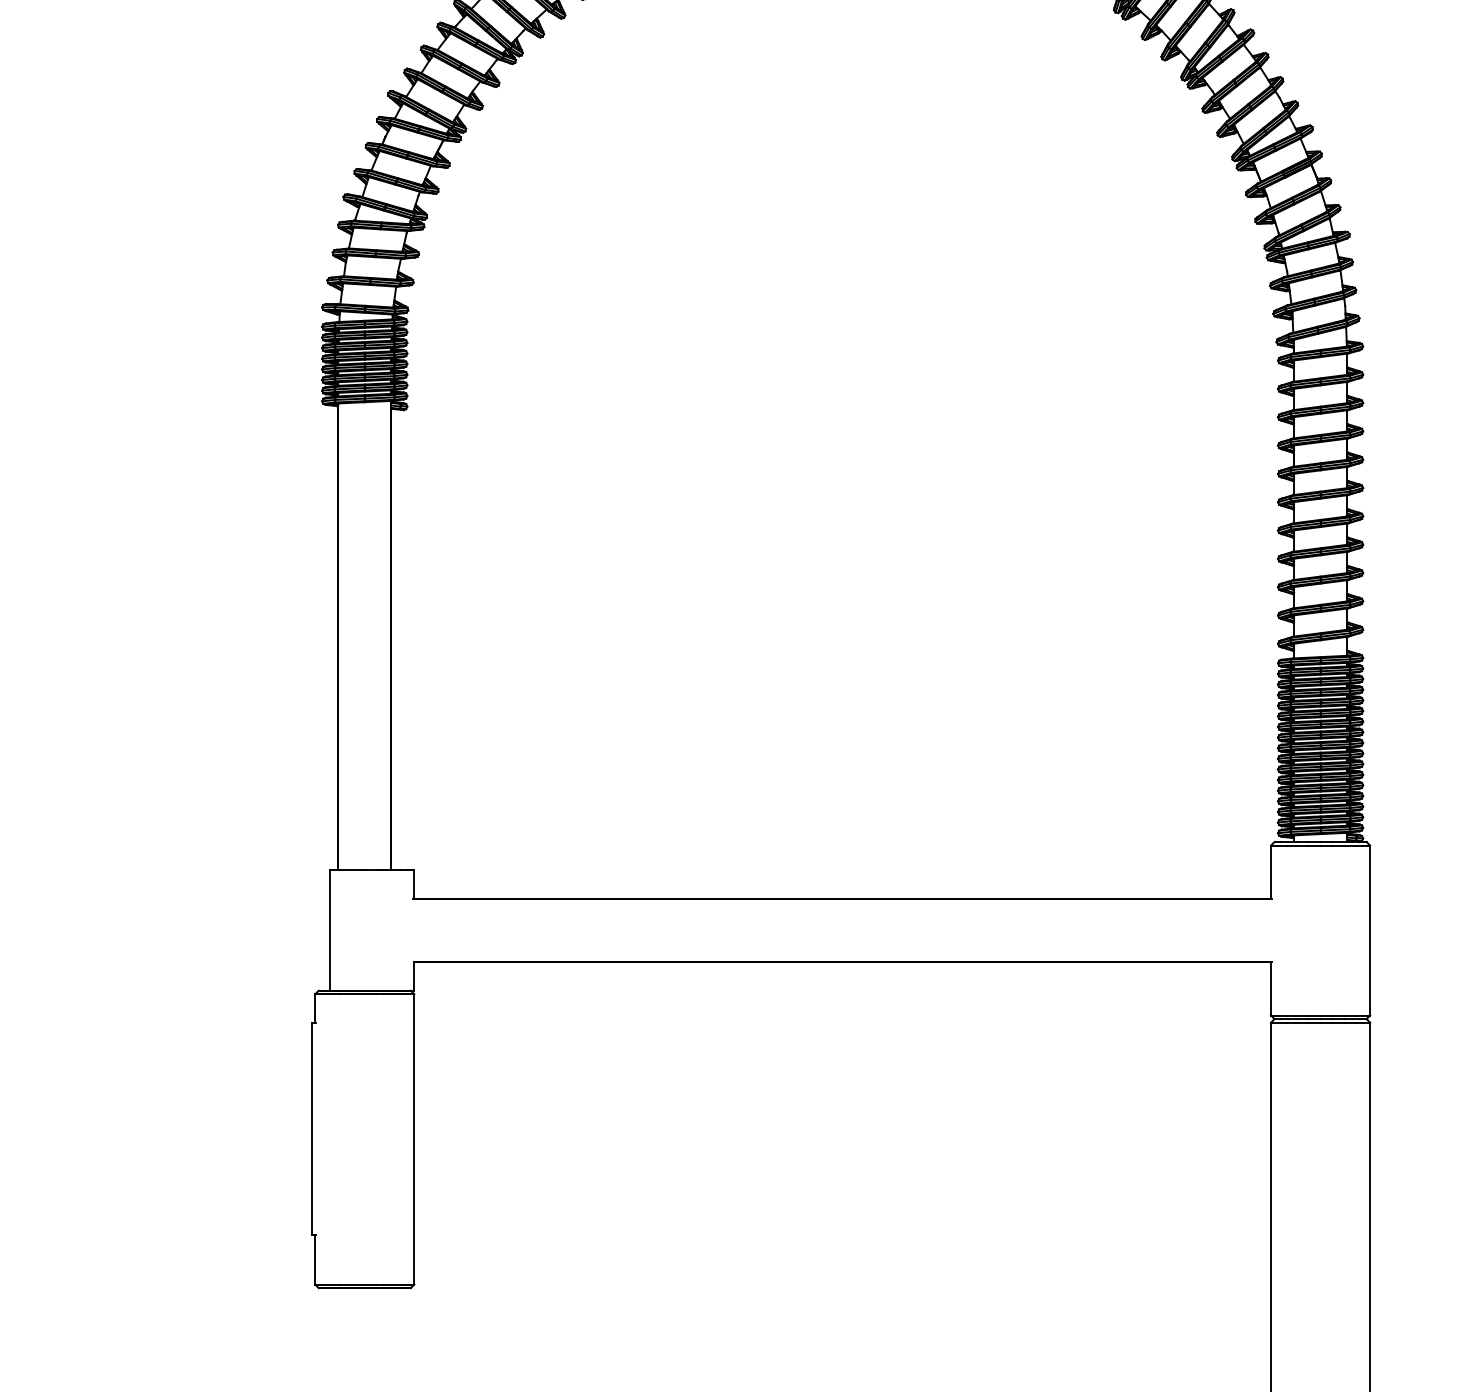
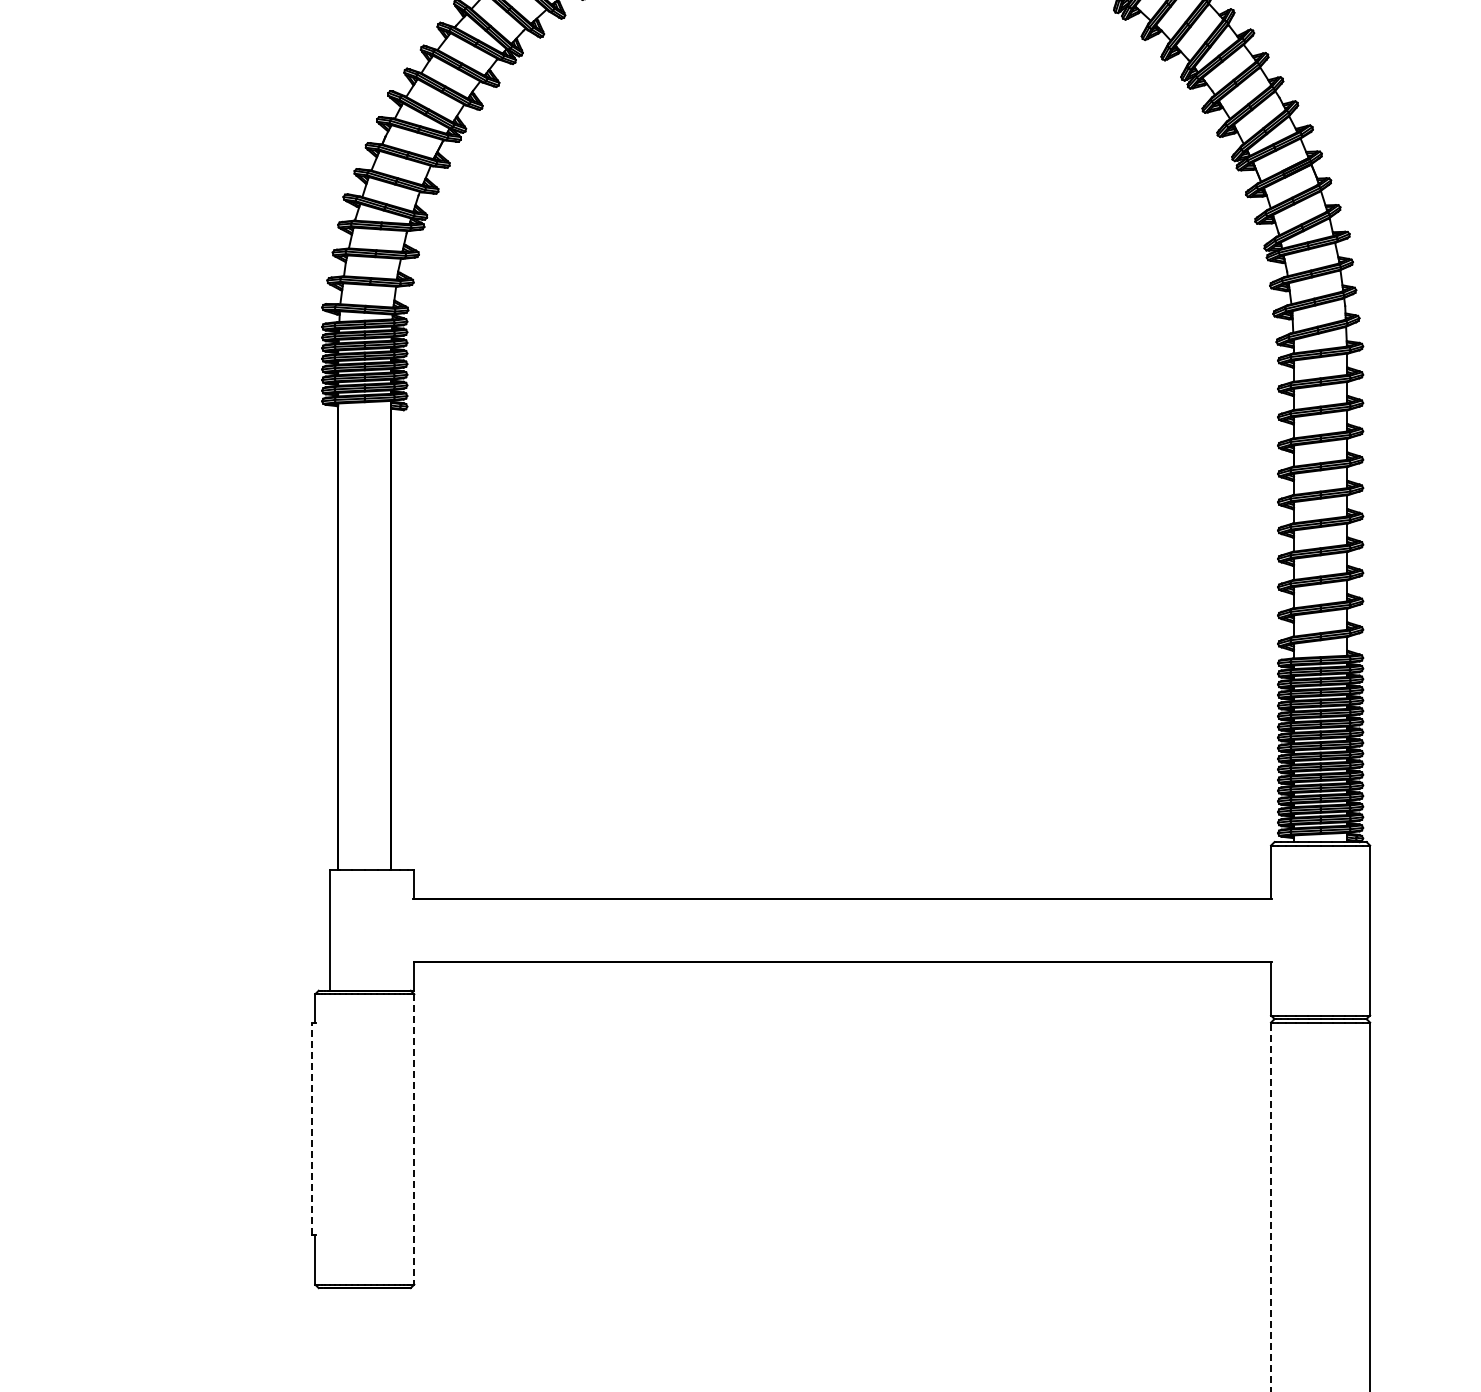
line at (311, 1128): solid -> dashed
line at (414, 1139): solid -> dashed
line at (1271, 1206): solid -> dashed
